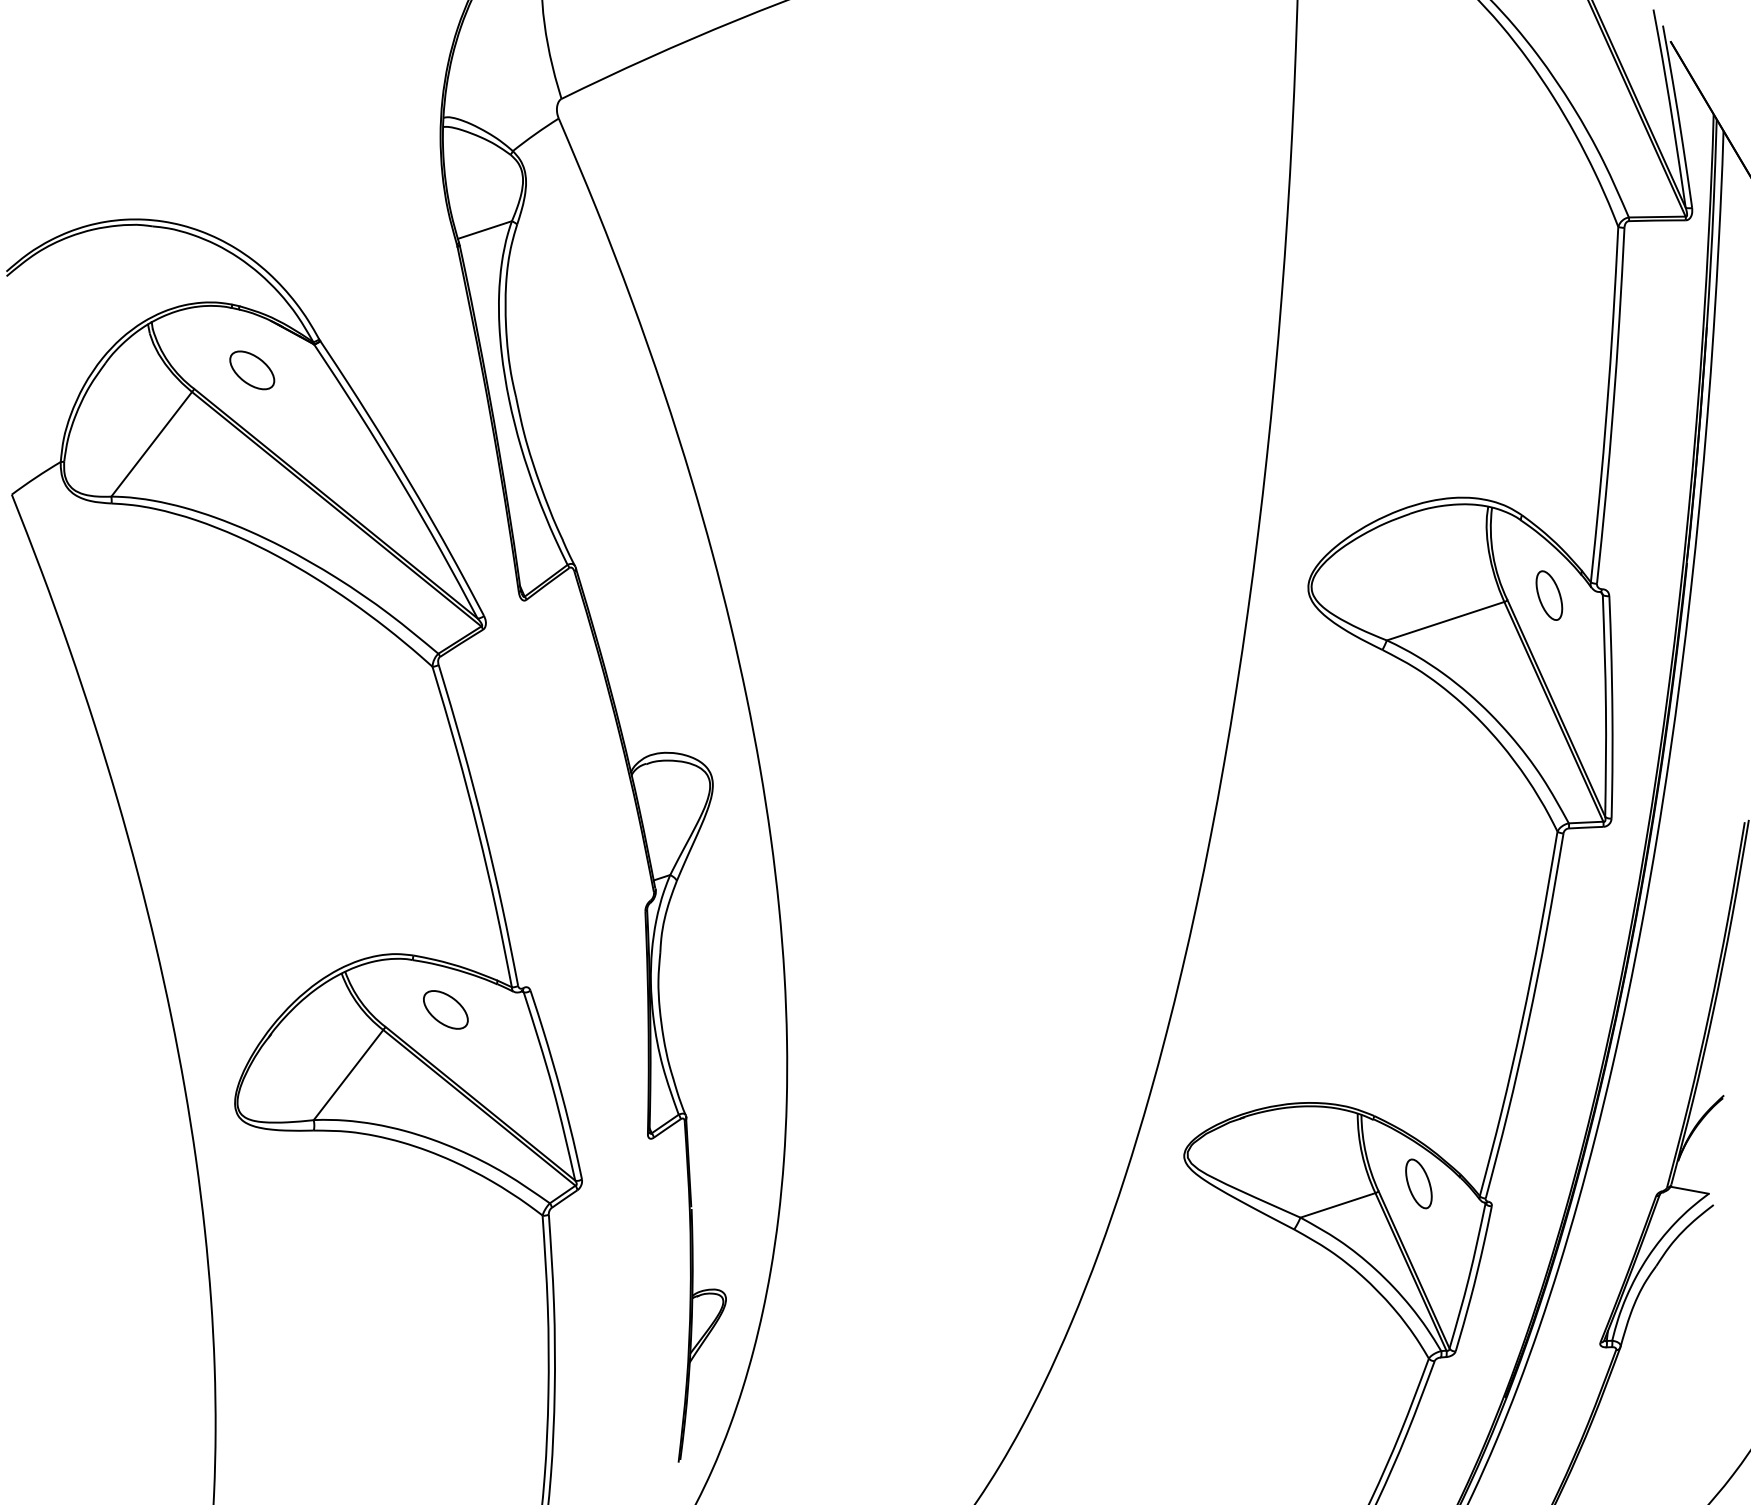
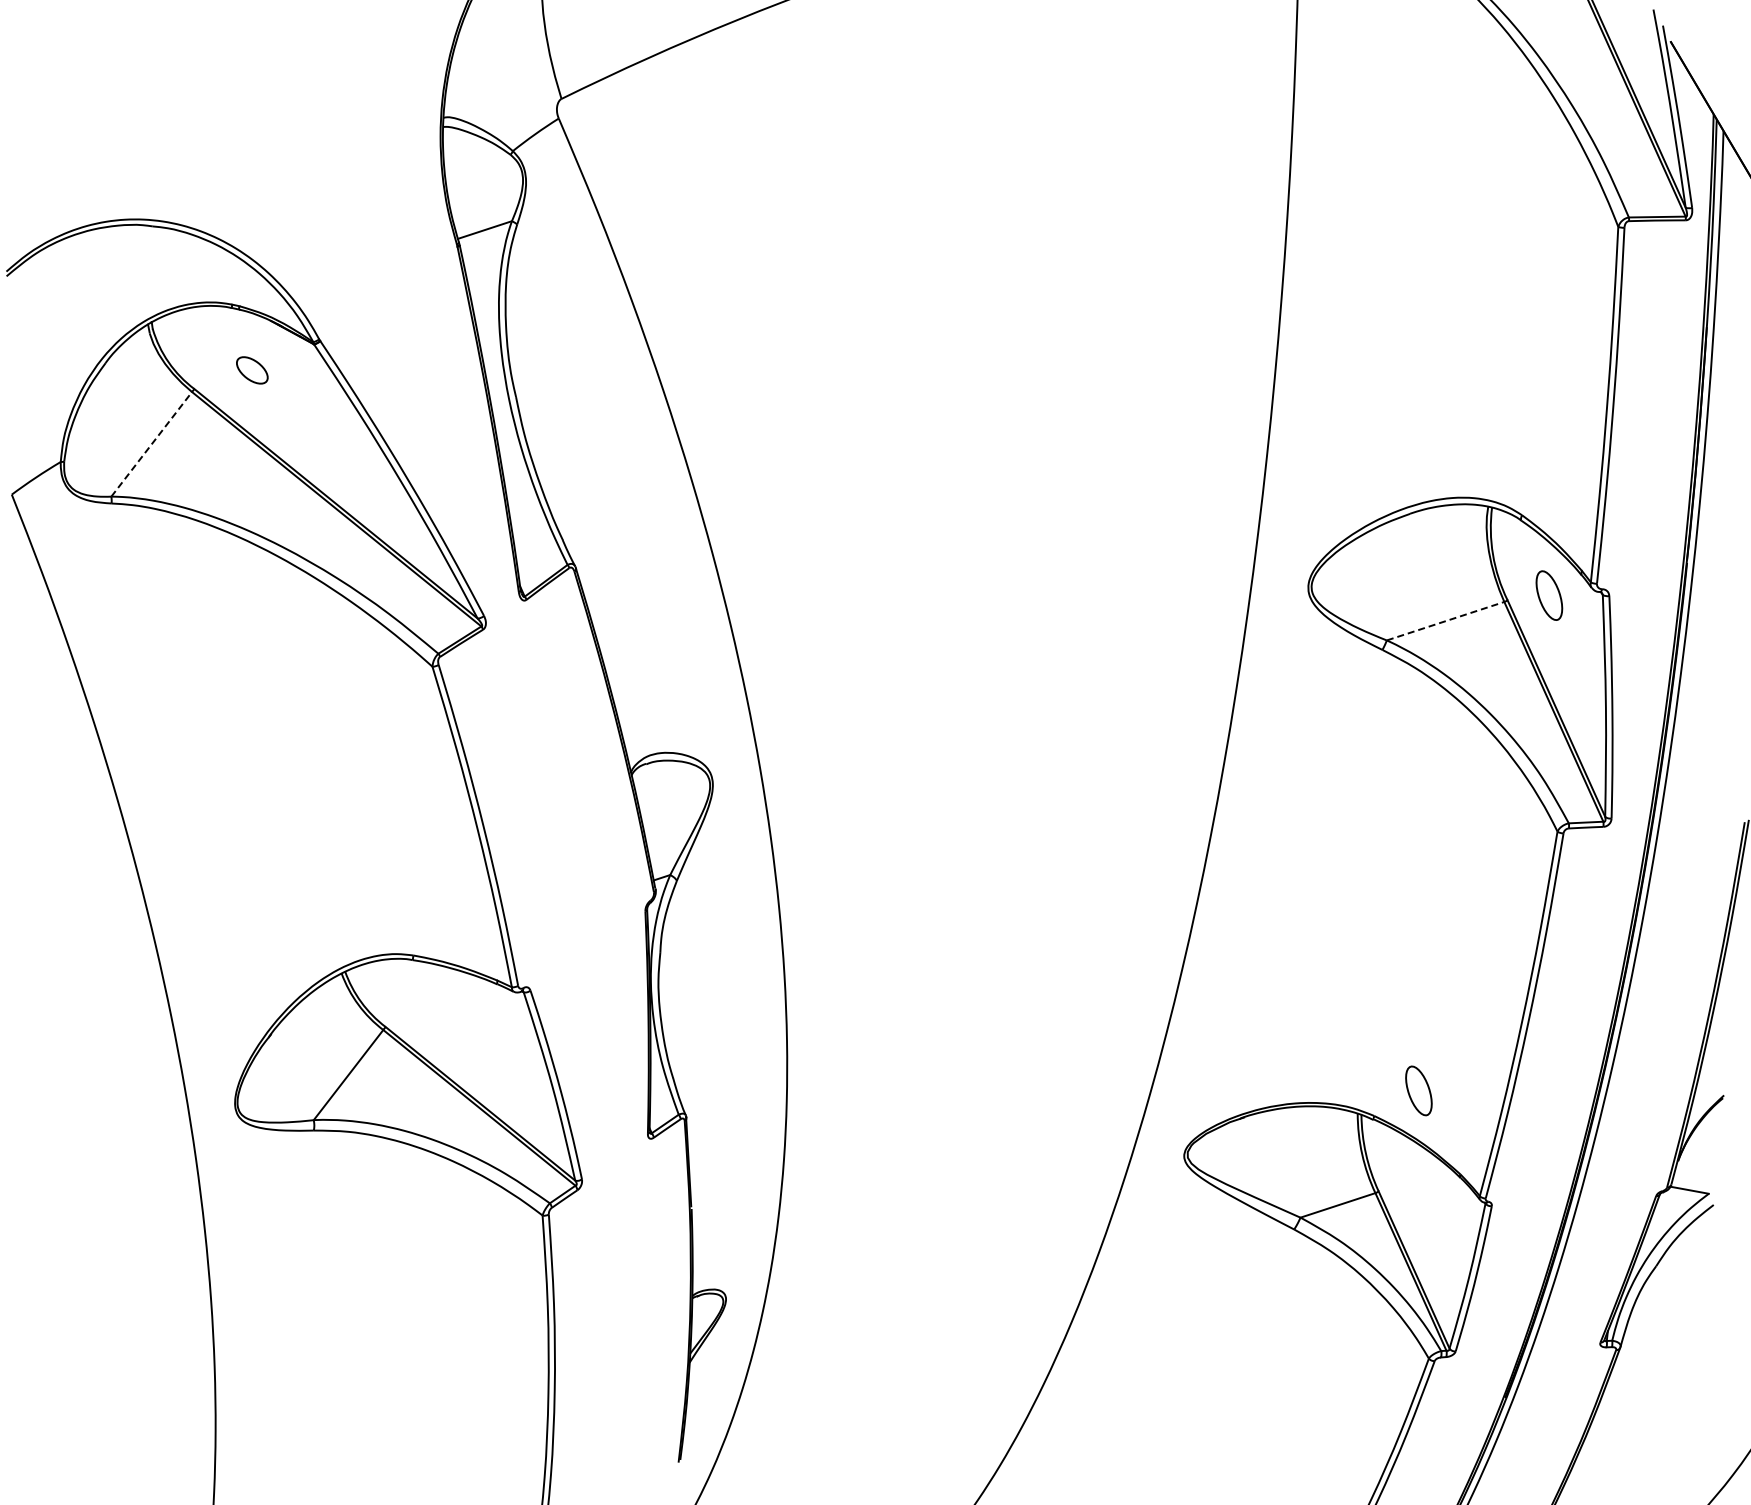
part at (252, 370) size: 47x41 px -> 33x29 px
line at (152, 443): solid -> dashed
line at (1445, 621): solid -> dashed
part at (445, 1009): present -> none
part at (1418, 1183) position: (1418, 1183) -> (1418, 1090)
